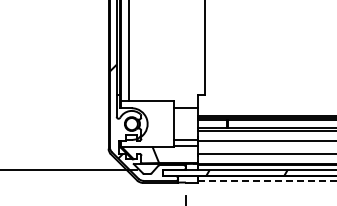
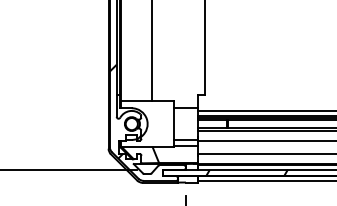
line at (129, 51) position: (129, 51) -> (152, 51)
line at (265, 110): none -> present
line at (267, 180): dashed -> solid
